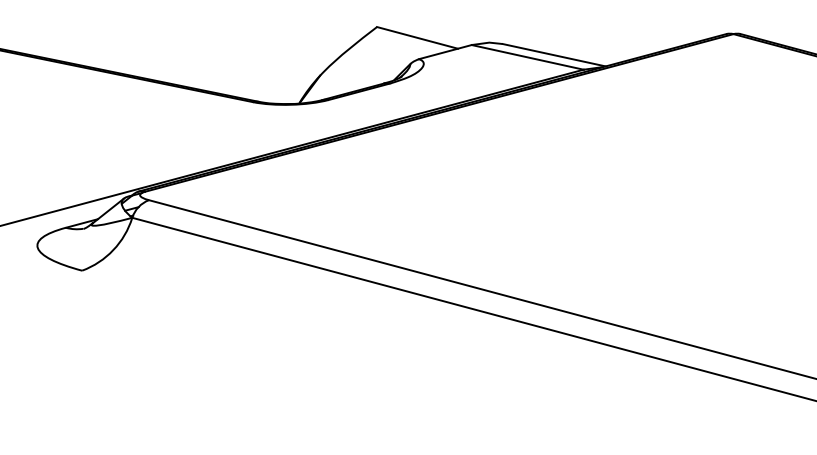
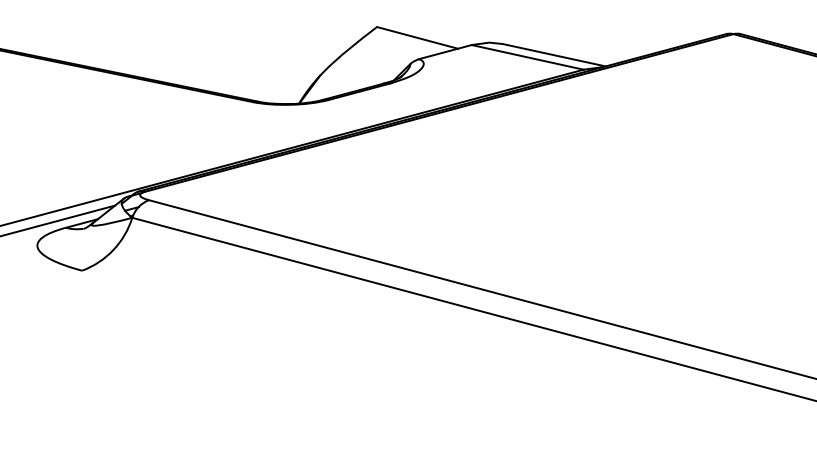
line at (58, 220): none -> present
